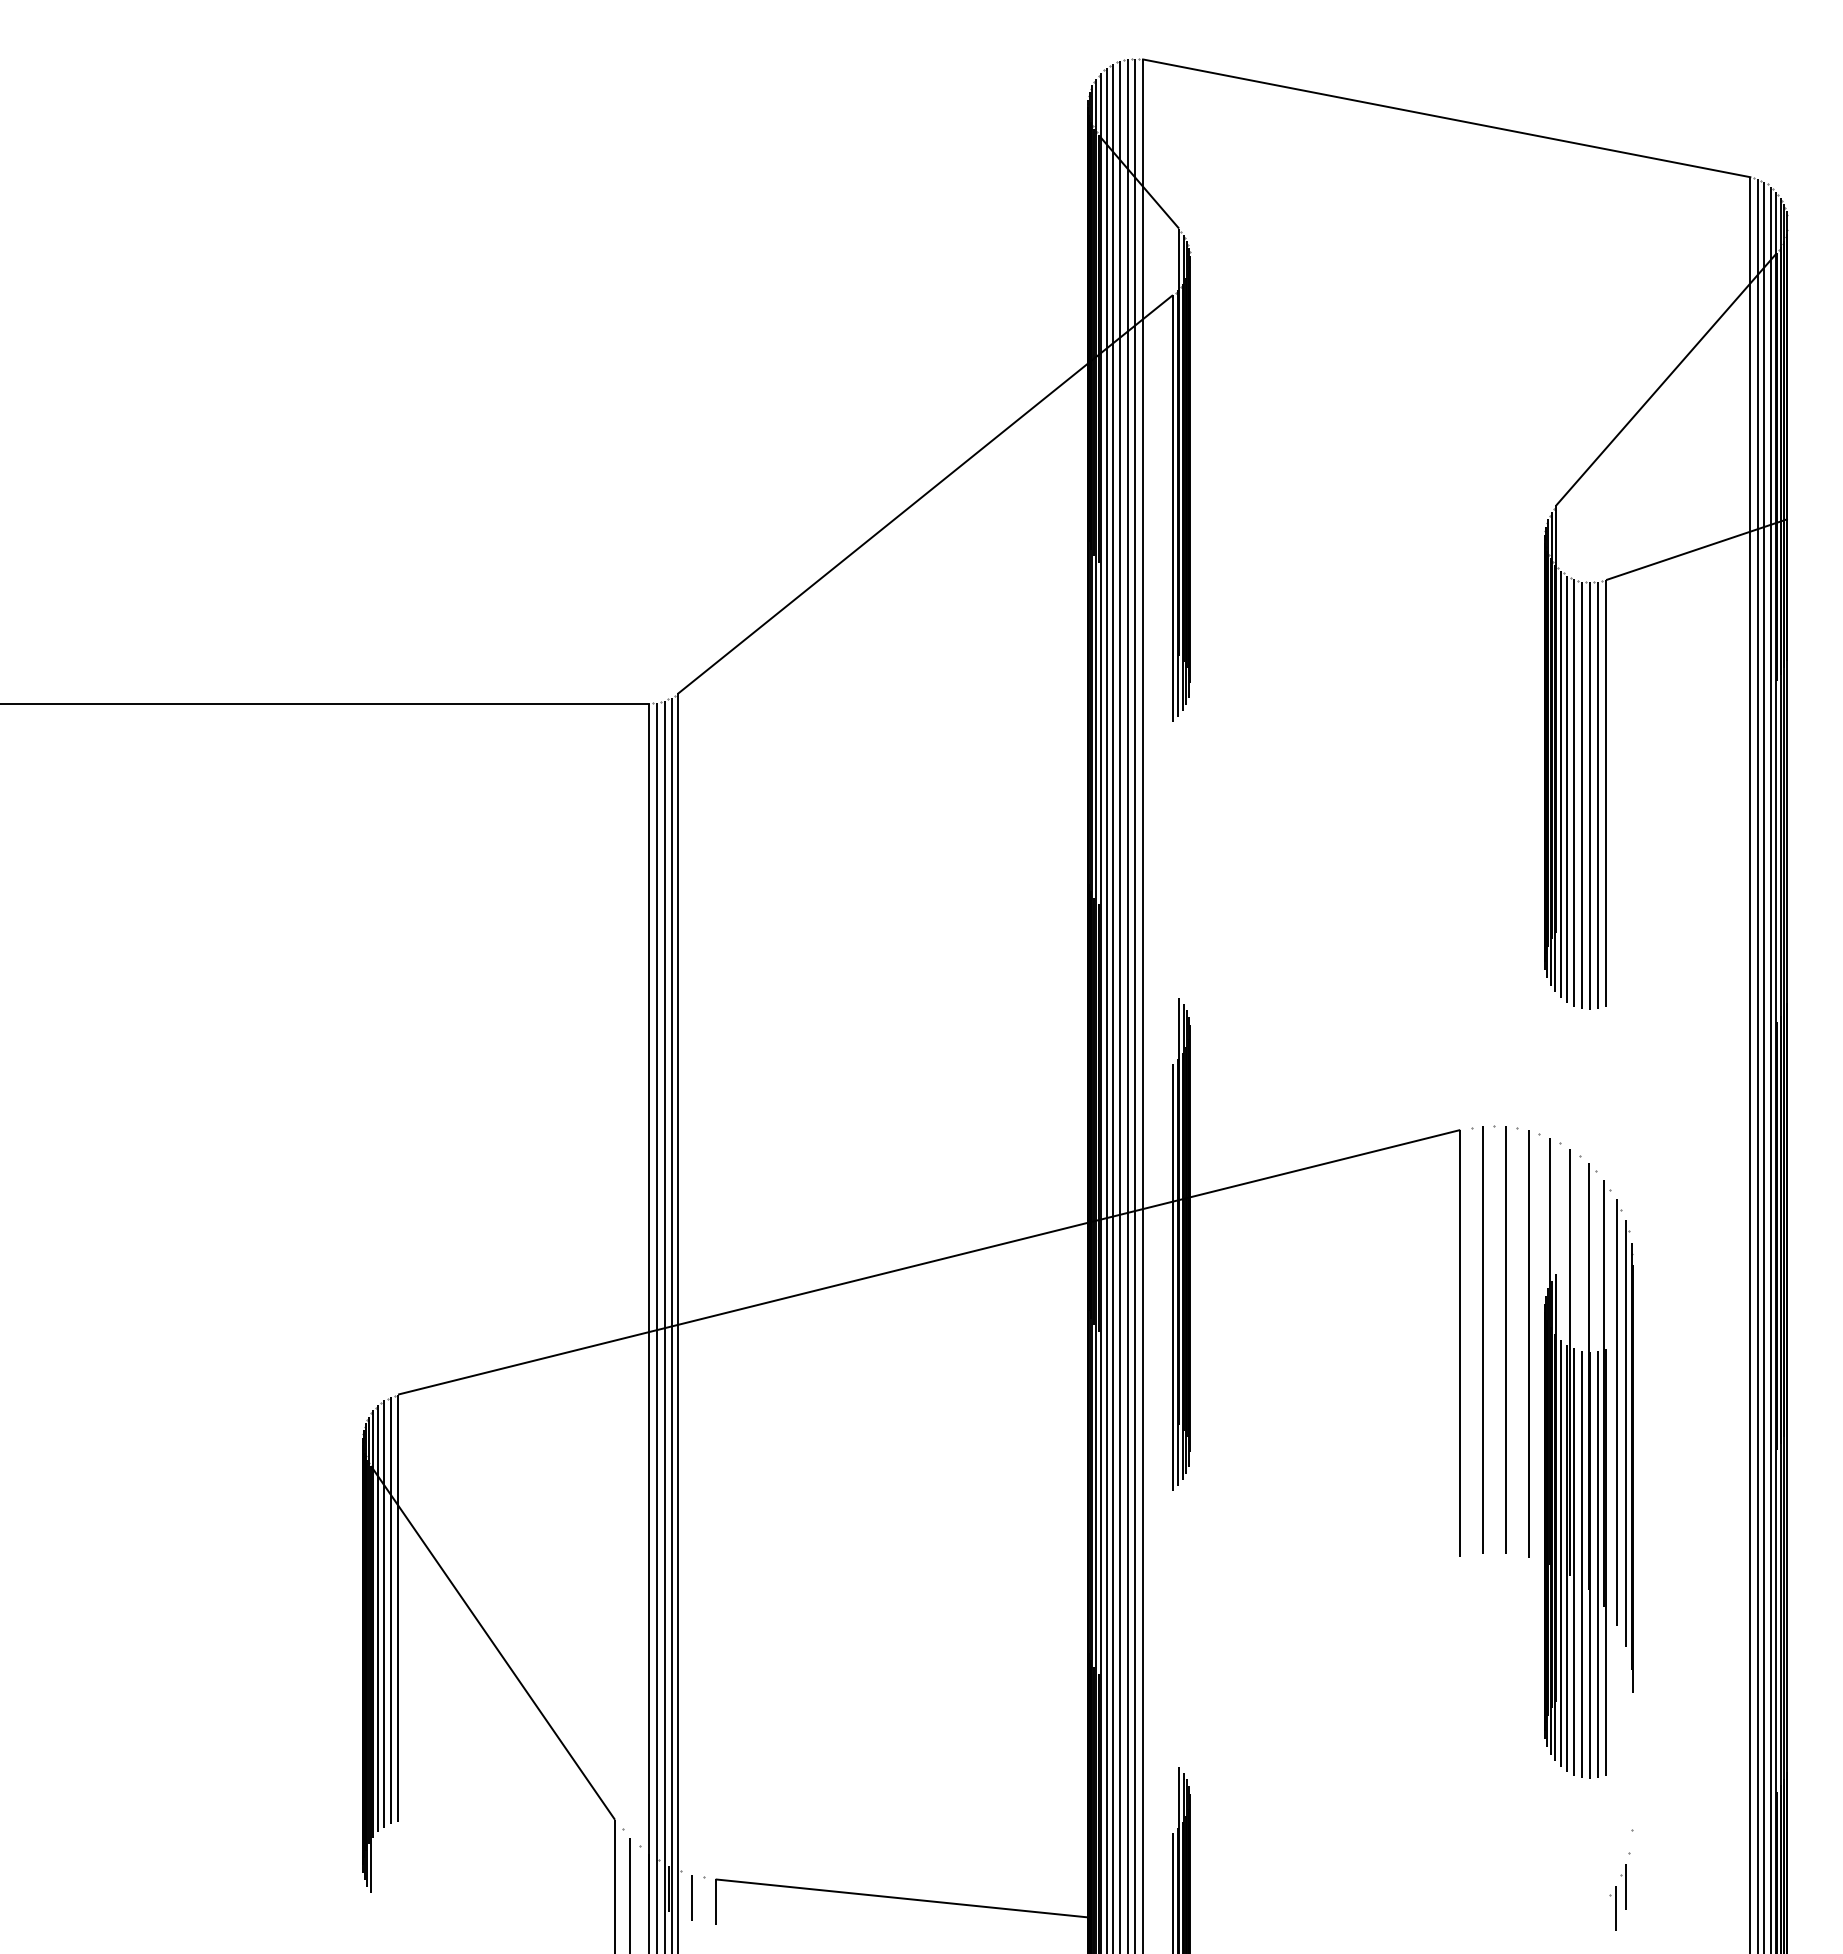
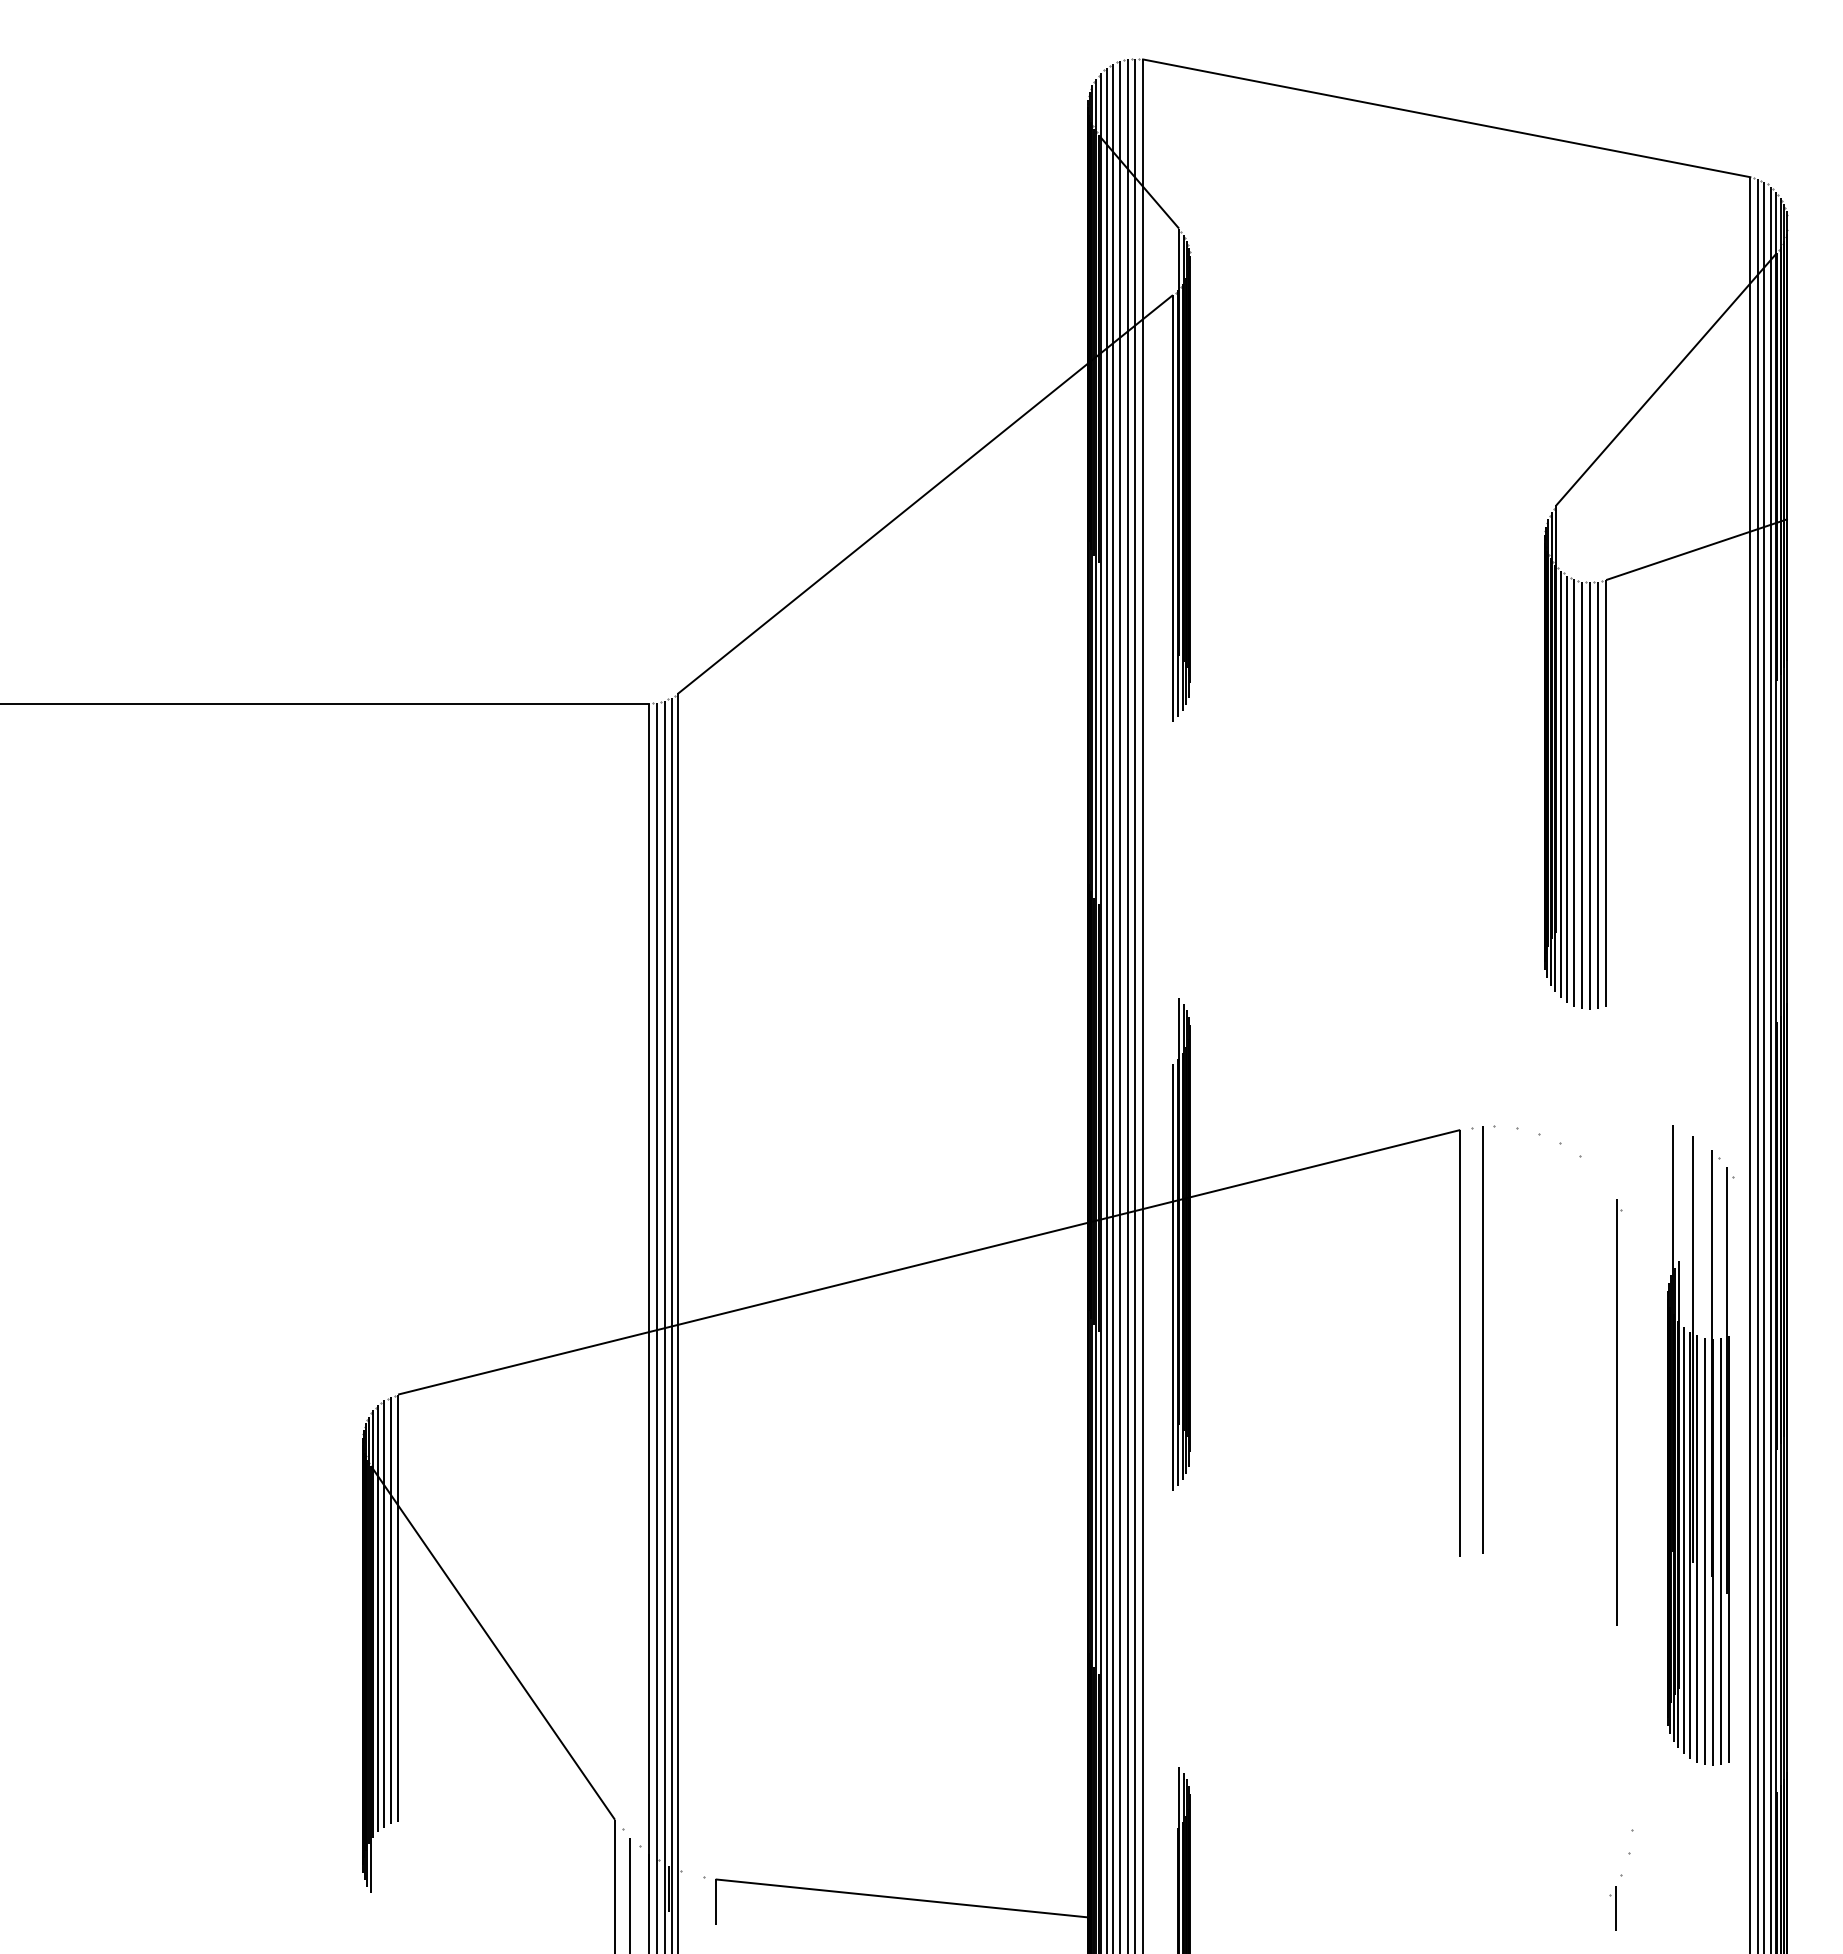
line at (1505, 1339): present -> none
line at (1528, 1343): present -> none
part at (1629, 1456): present -> none
part at (1577, 1458) position: (1577, 1458) -> (1700, 1445)
line at (1625, 1887): present -> none
line at (1172, 1891): present -> none
line at (691, 1897): present -> none
